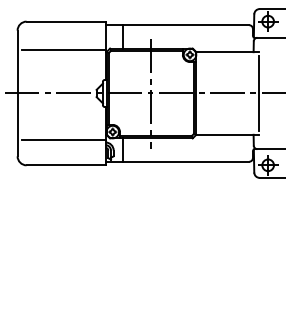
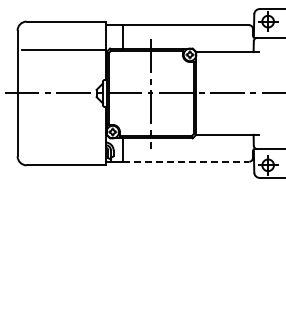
line at (259, 93): present -> none
line at (63, 140): present -> none
line at (186, 161): solid -> dashed
